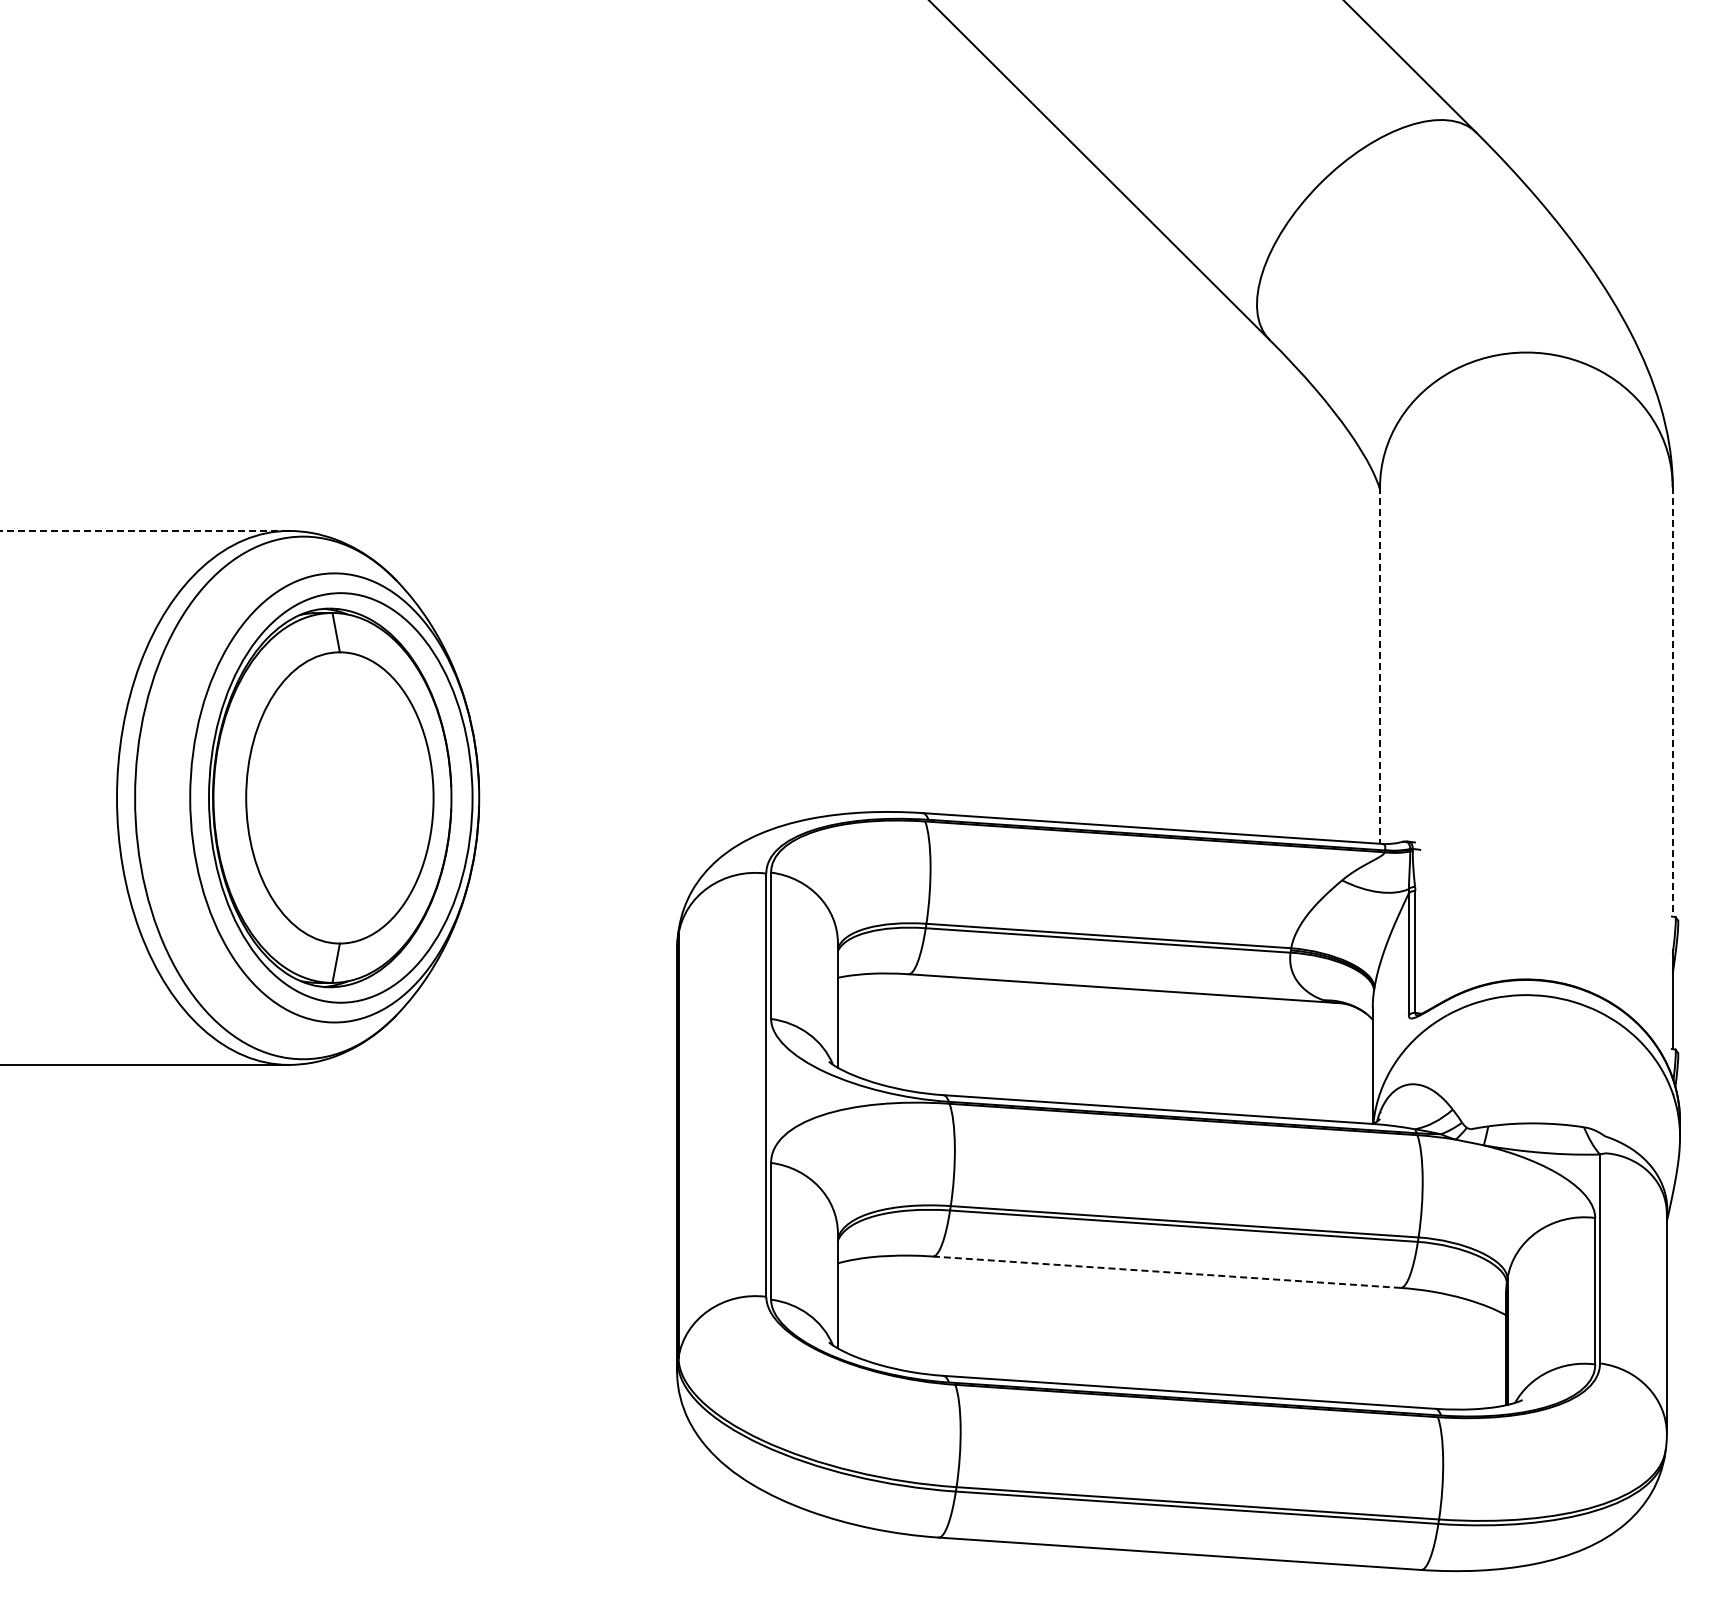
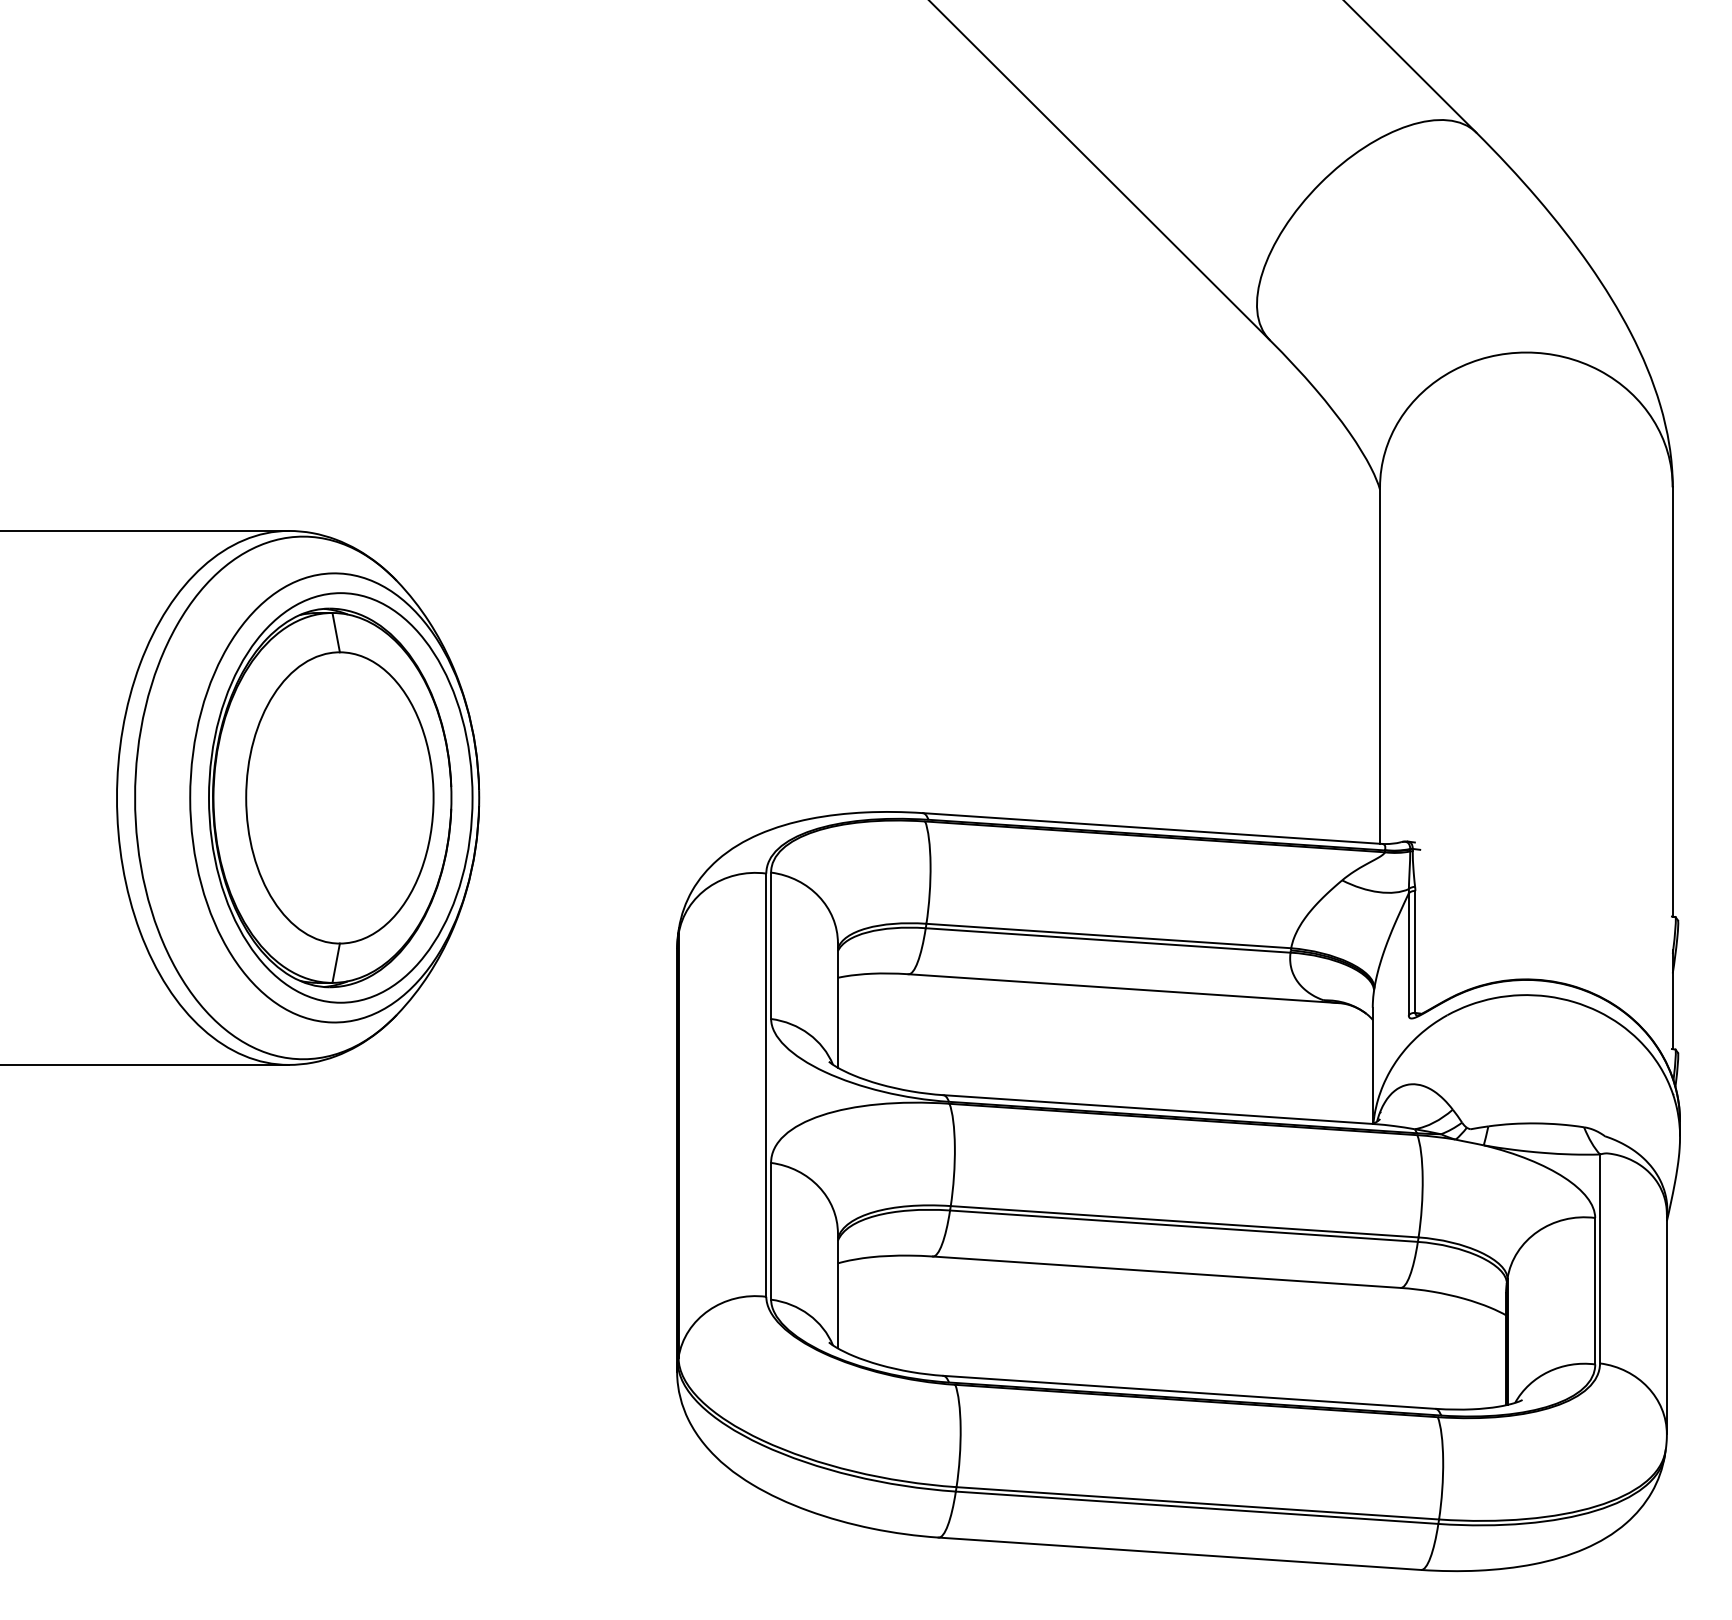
line at (144, 530): dashed -> solid
line at (1380, 666): dashed -> solid
line at (1672, 702): dashed -> solid
line at (1167, 1272): dashed -> solid
